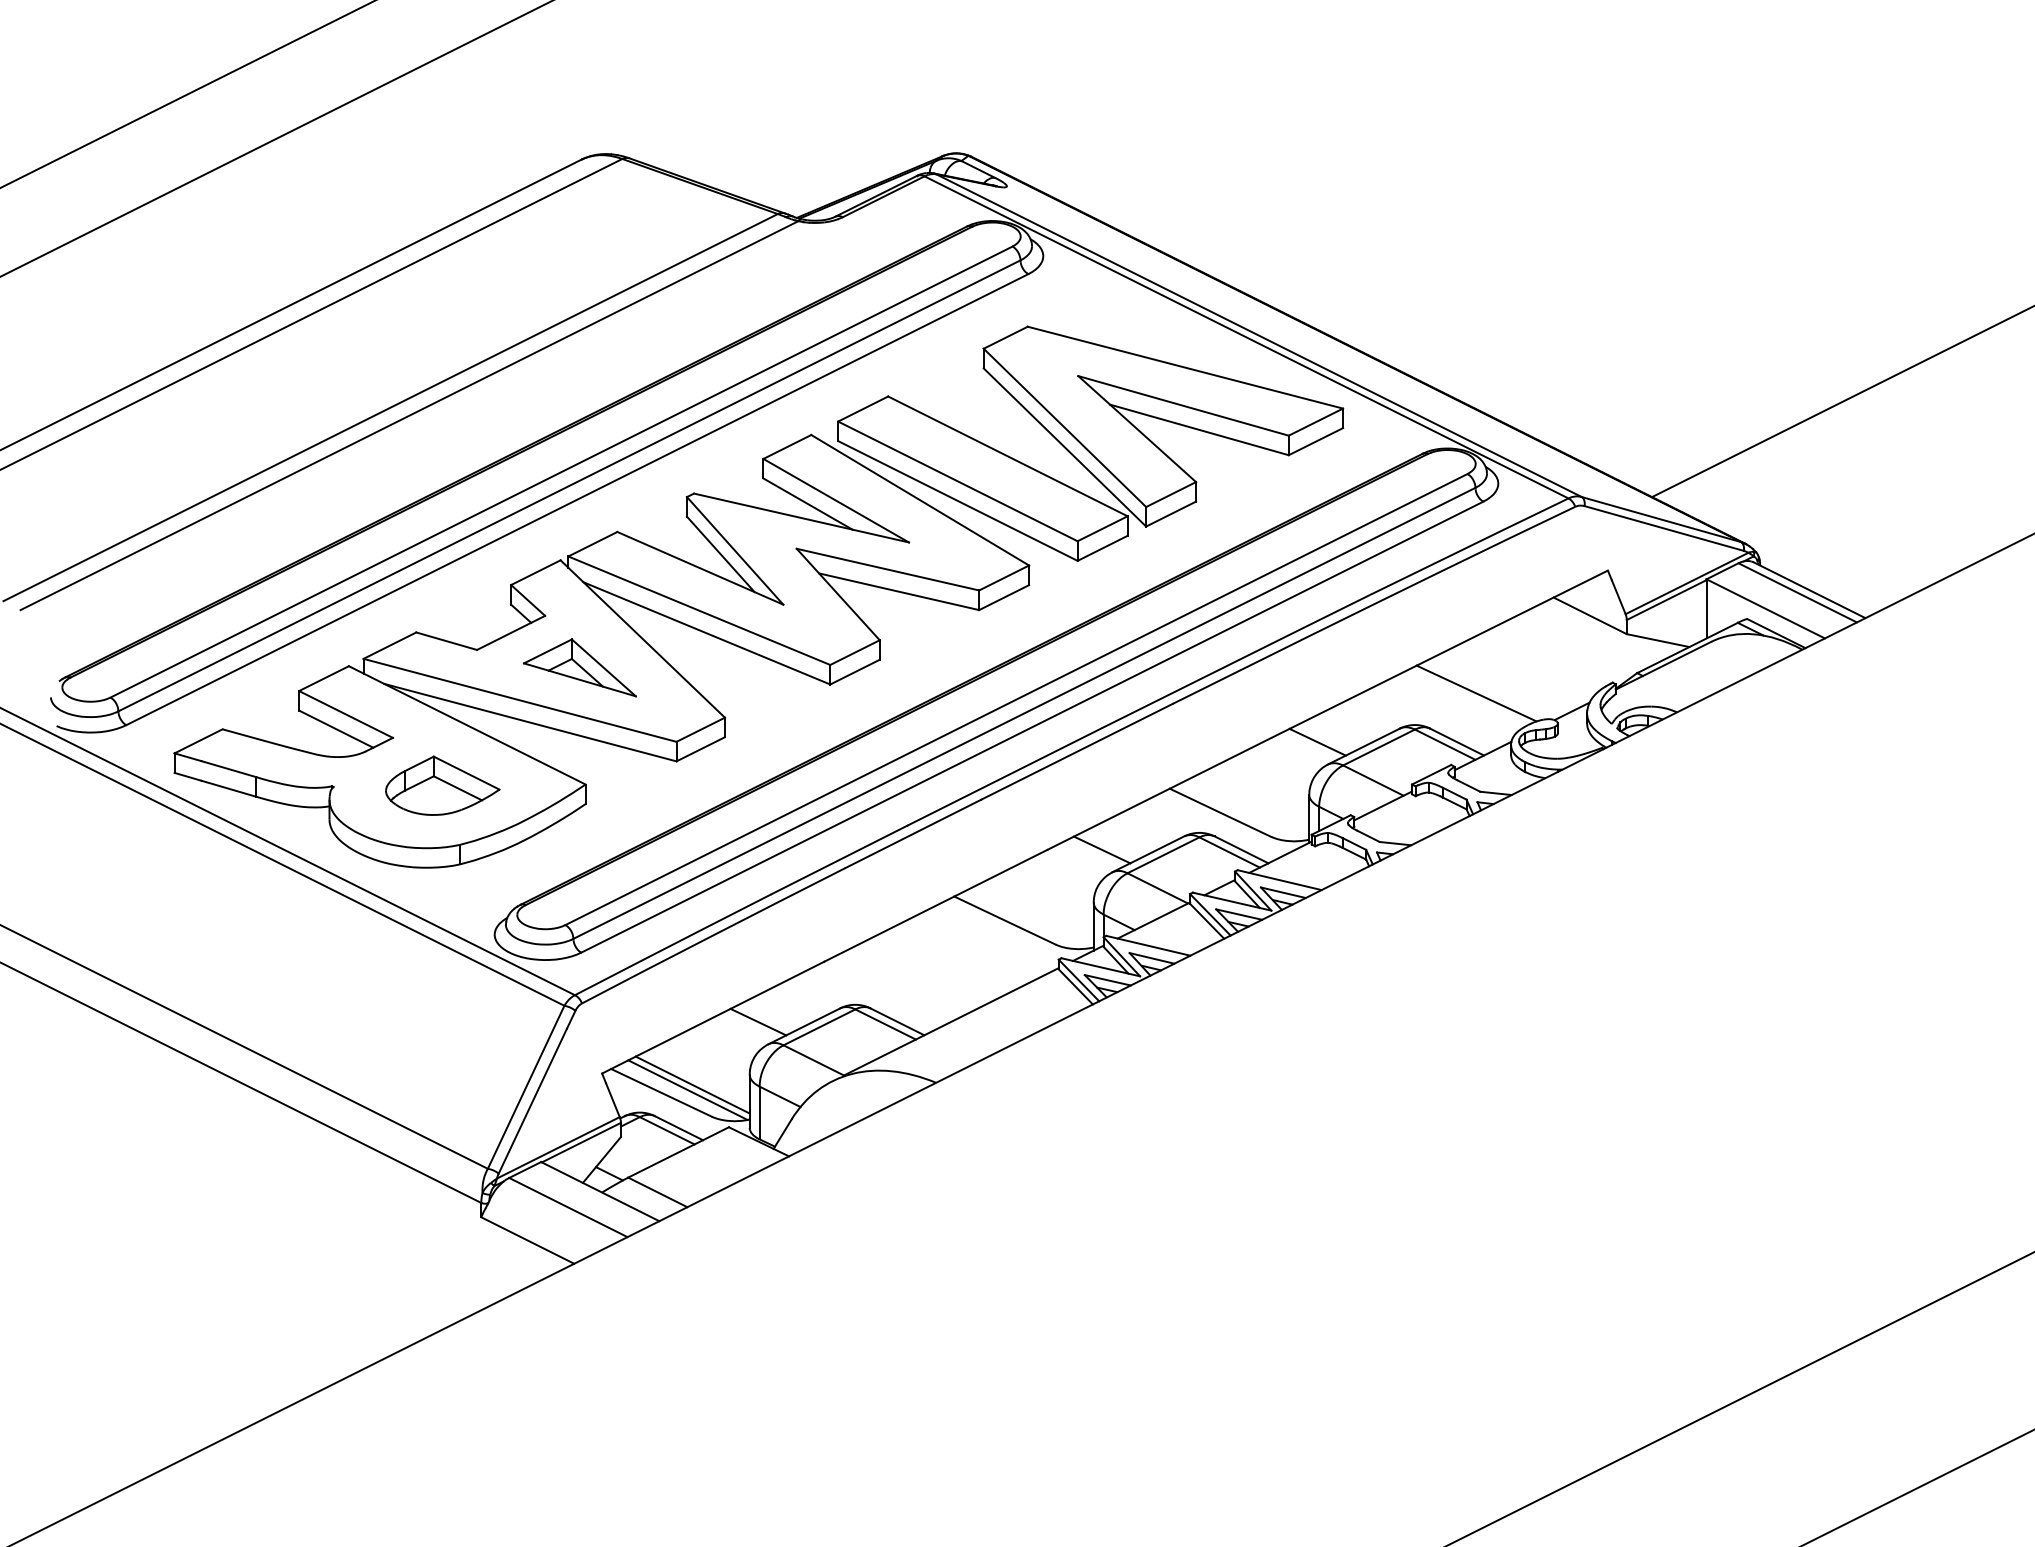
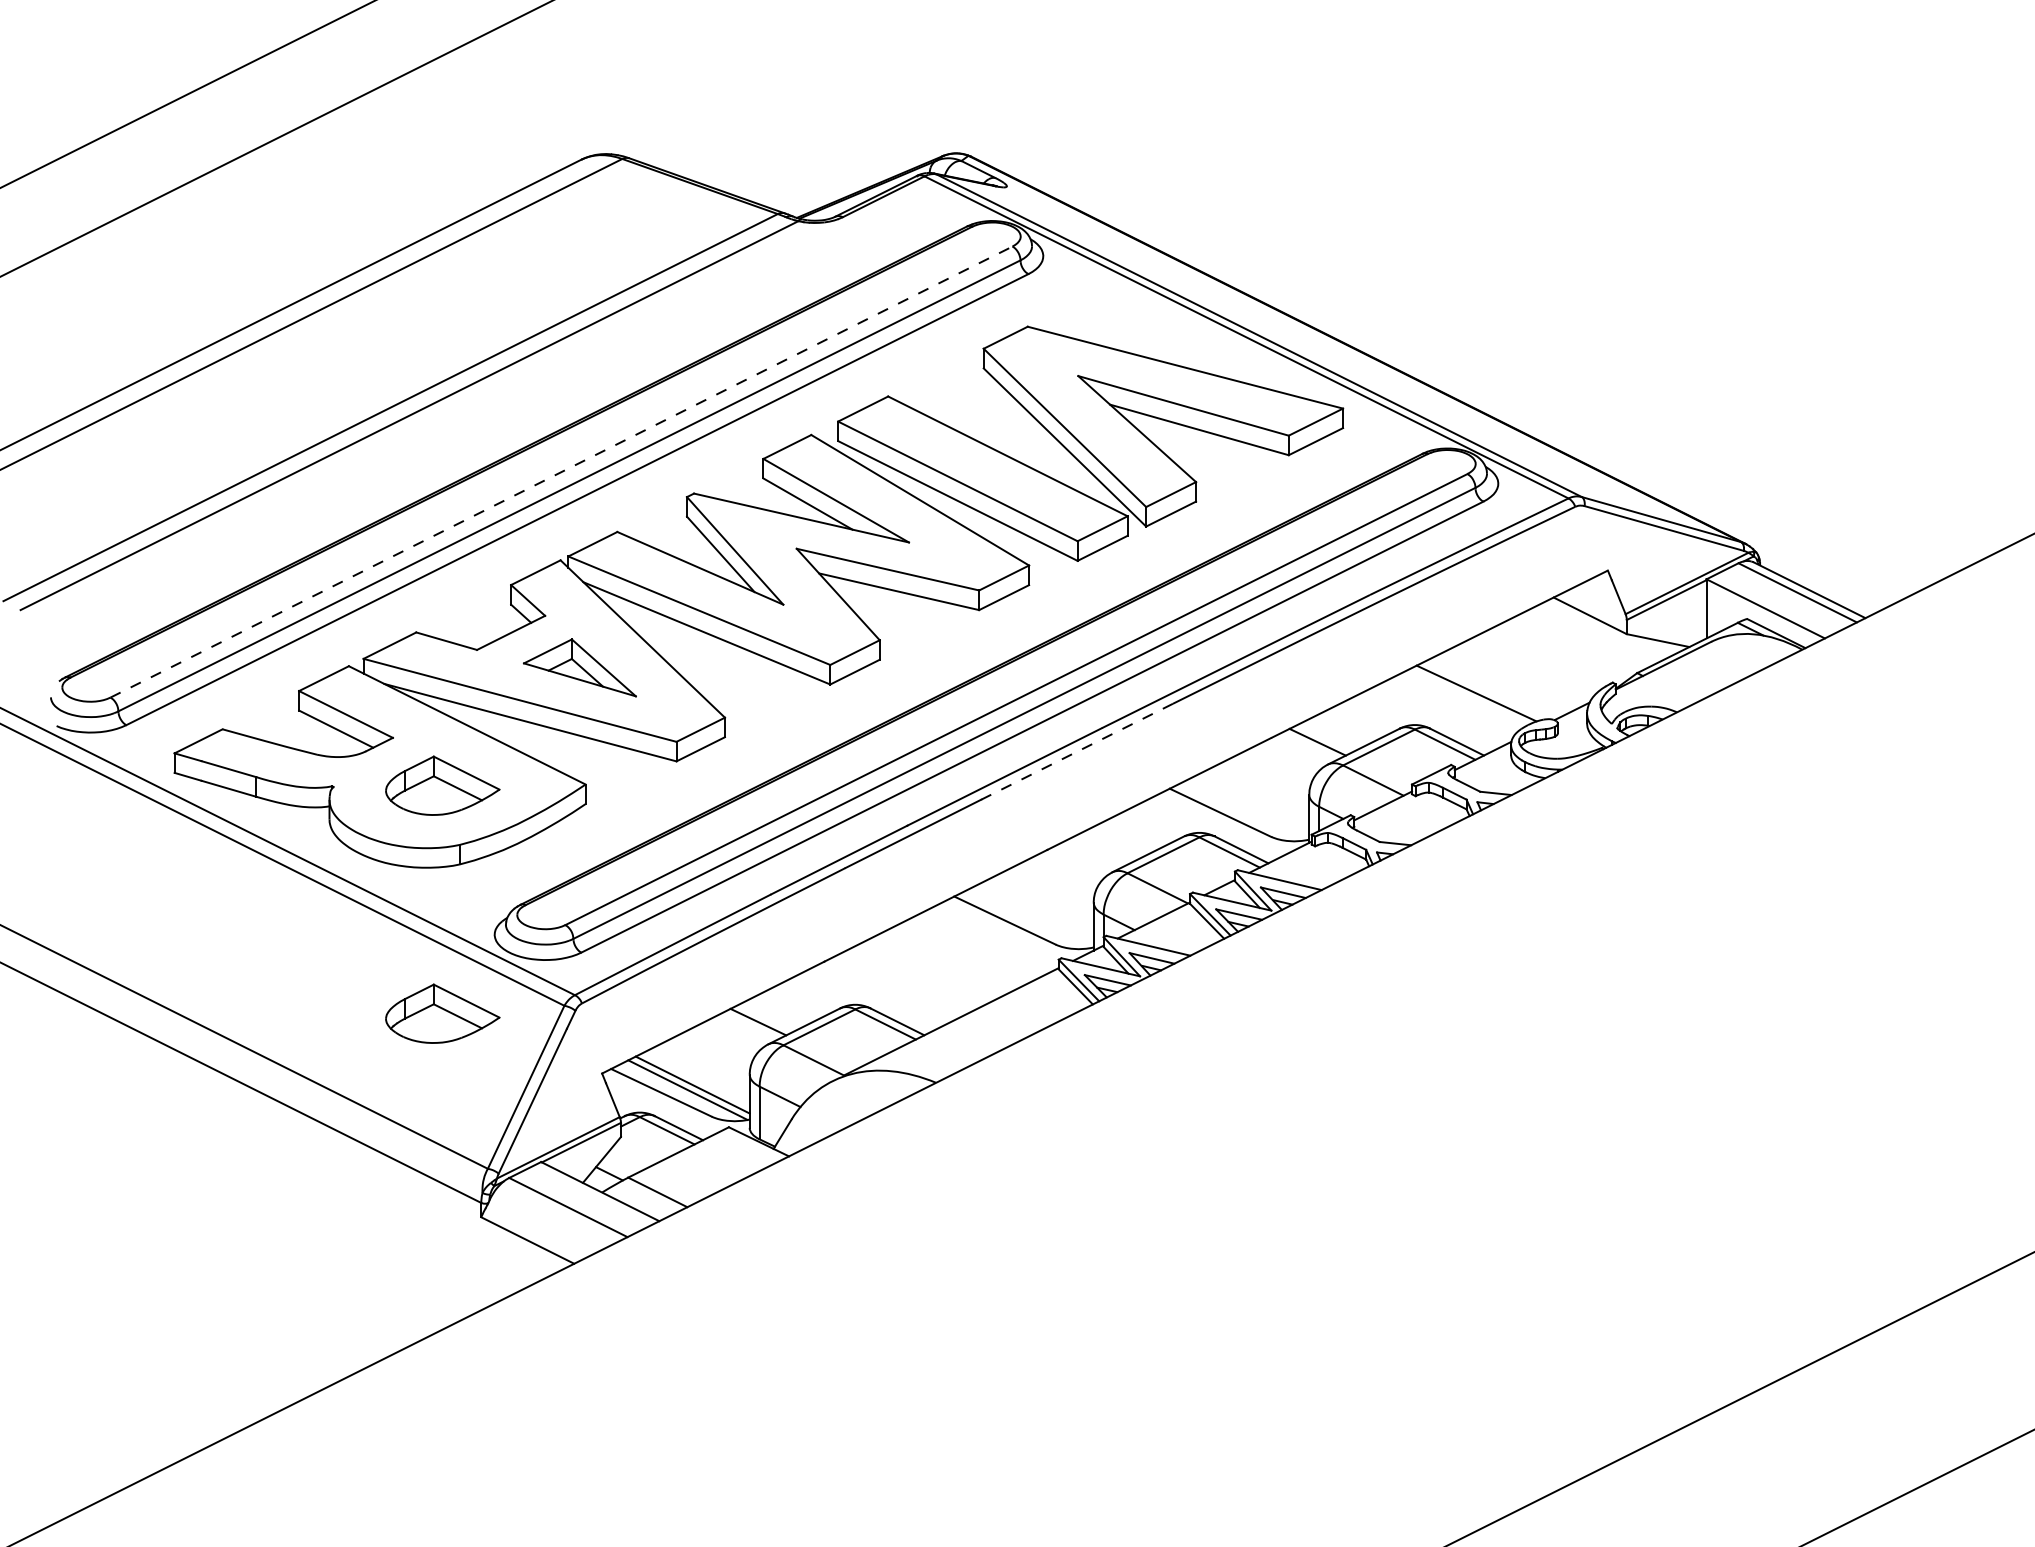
line at (1841, 402): present -> none
line at (561, 471): solid -> dashed
line at (1077, 751): solid -> dashed
line at (1101, 849): present -> none
part at (442, 1013): none -> present
